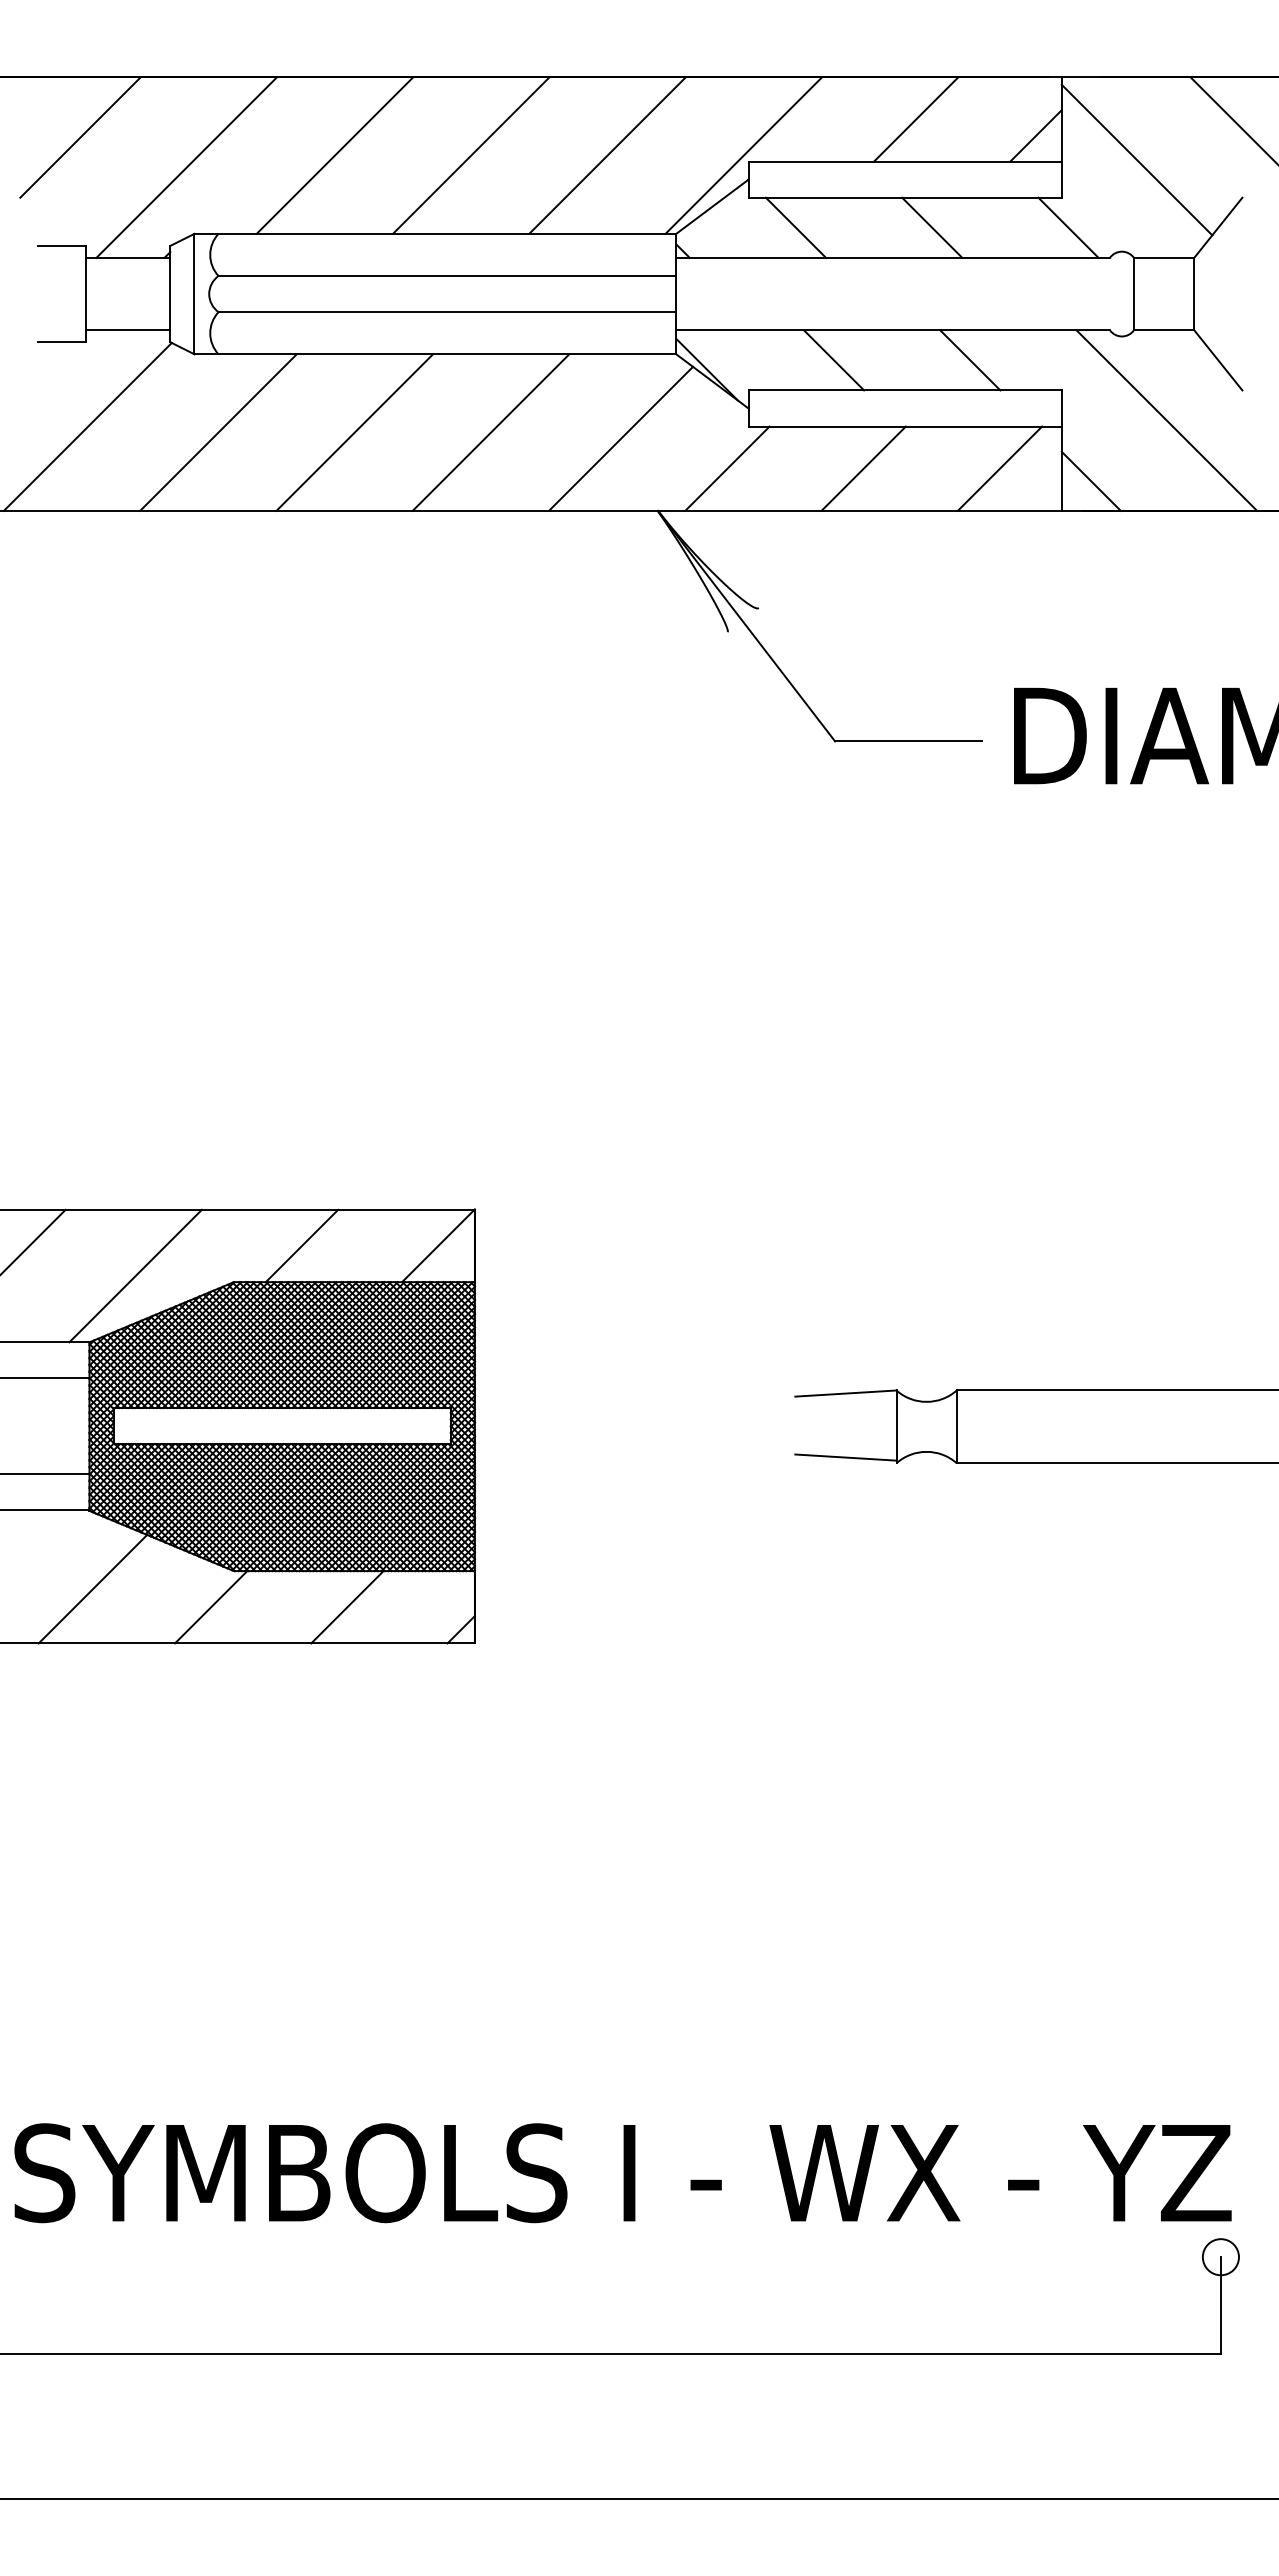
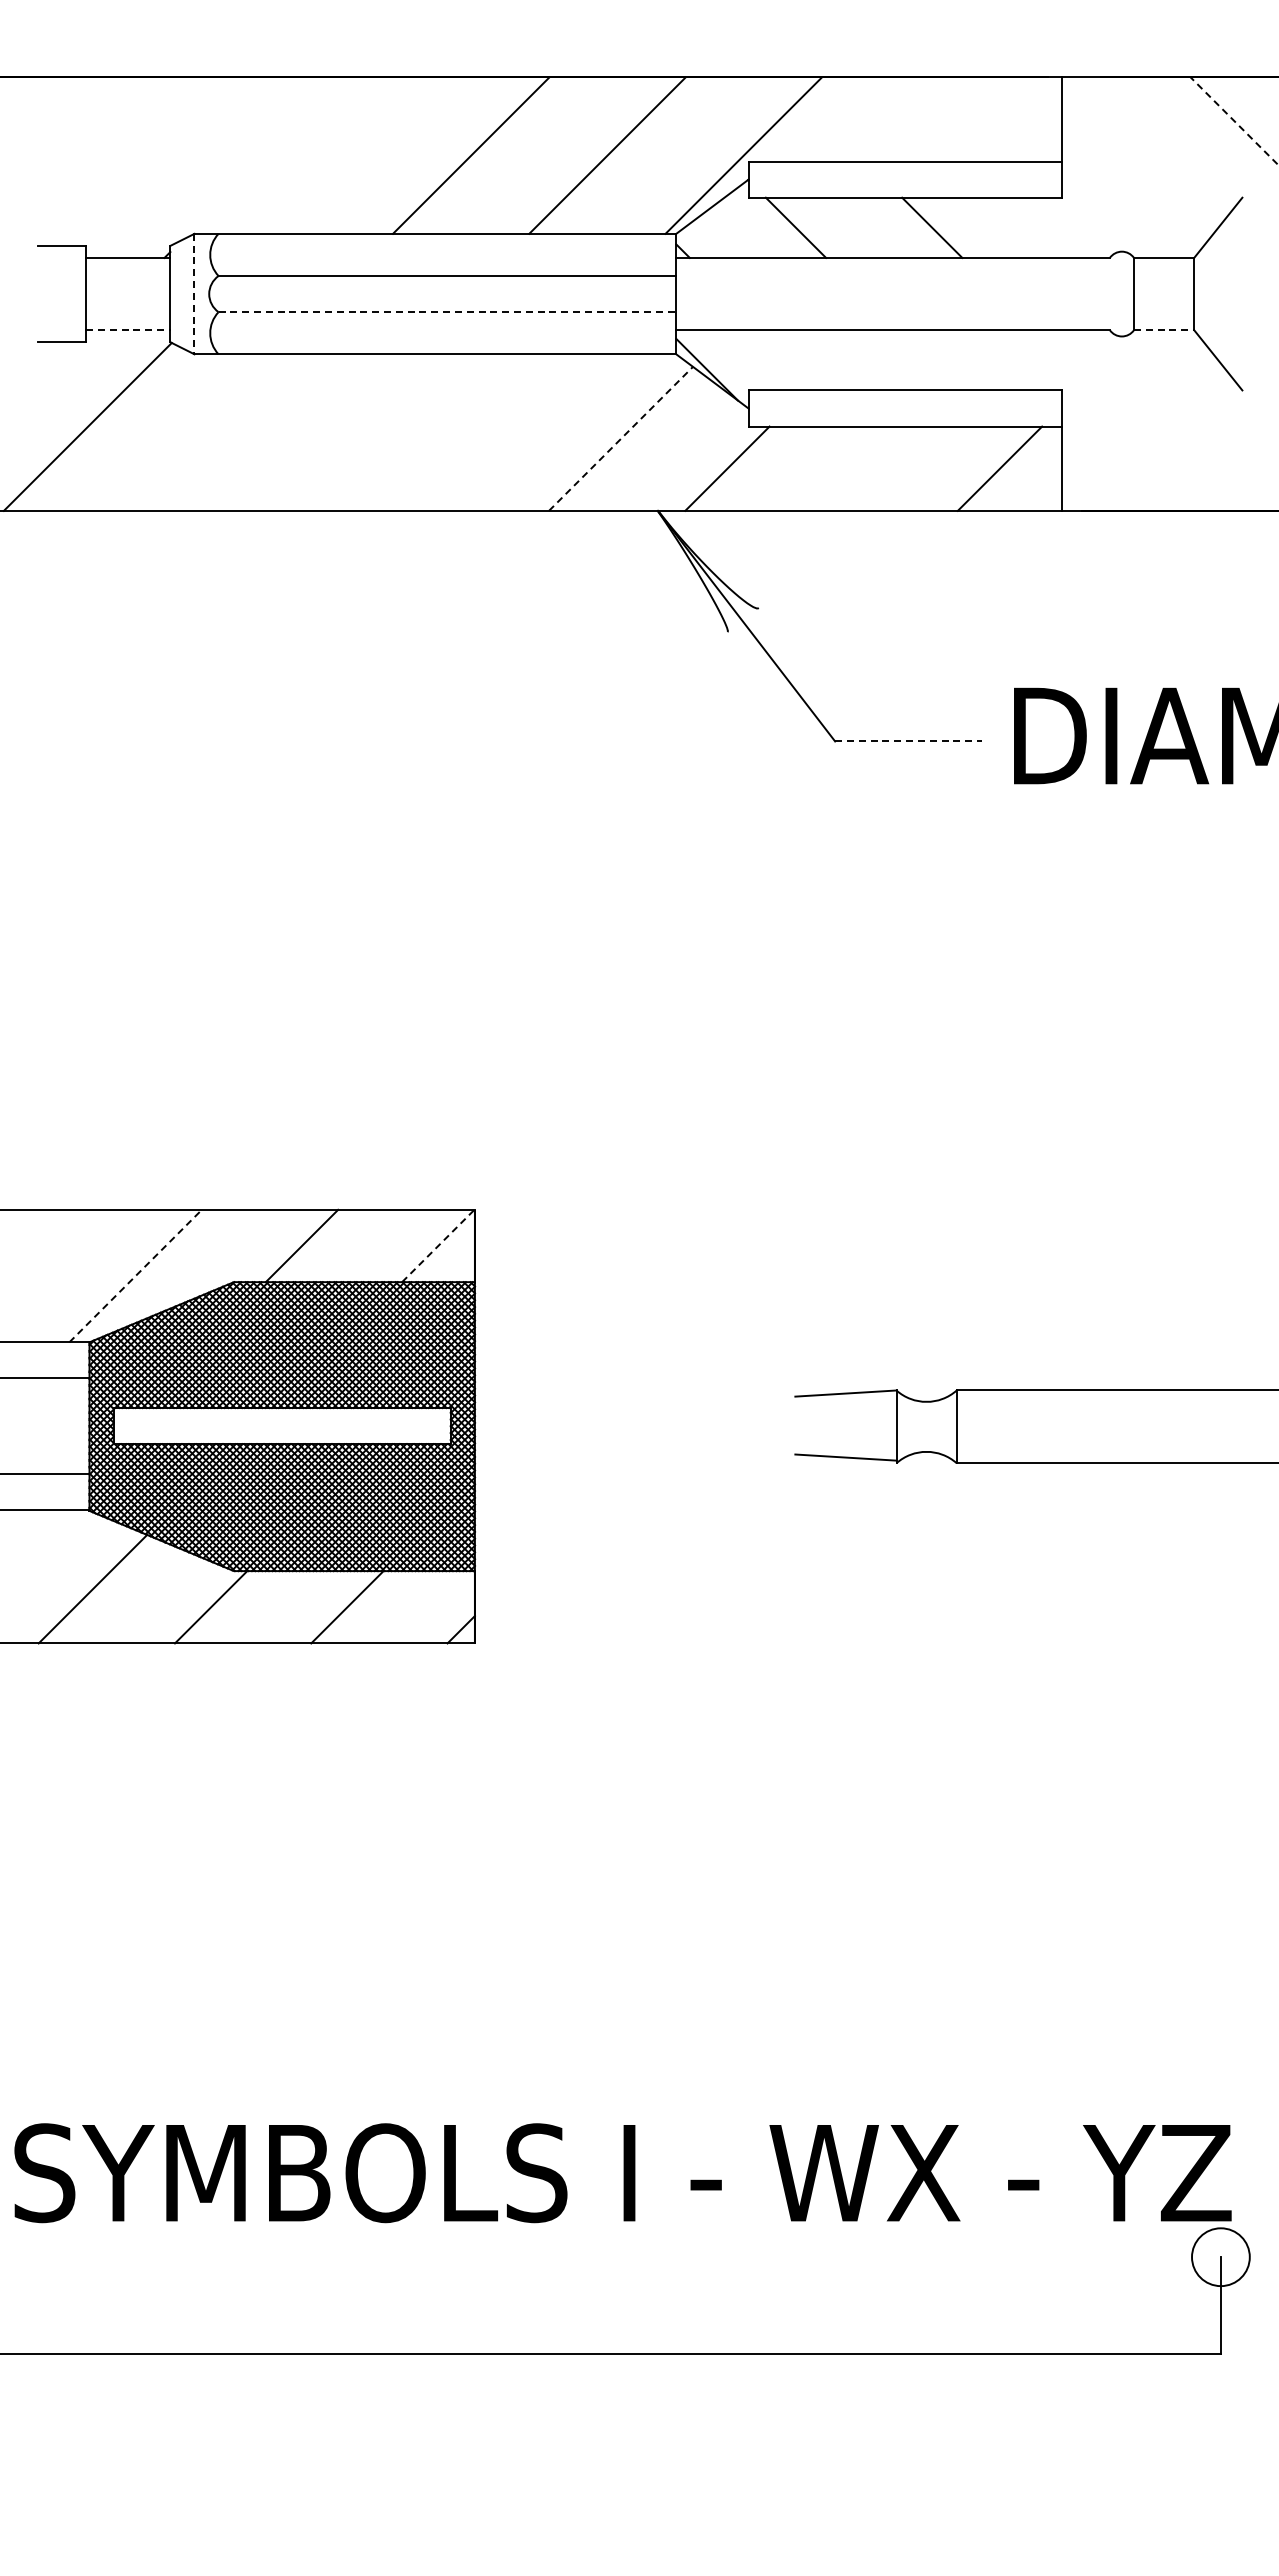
line at (916, 119): present -> none
line at (1234, 120): solid -> dashed
line at (1035, 135): present -> none
line at (80, 137): present -> none
line at (334, 155): present -> none
line at (1136, 159): present -> none
line at (186, 167): present -> none
line at (1068, 227): present -> none
line at (194, 294): solid -> dashed
line at (447, 312): solid -> dashed
line at (128, 330): solid -> dashed
line at (1164, 330): solid -> dashed
line at (833, 360): present -> none
line at (970, 360): present -> none
line at (1166, 420): present -> none
line at (218, 432): present -> none
line at (354, 432): present -> none
line at (490, 432): present -> none
line at (621, 438): solid -> dashed
line at (863, 468): present -> none
line at (1090, 480): present -> none
line at (908, 741): solid -> dashed
line at (33, 1240): present -> none
line at (438, 1245): solid -> dashed
line at (135, 1276): solid -> dashed
circle at (1220, 2257) diameter: 36 px -> 58 px
line at (638, 2498): present -> none
